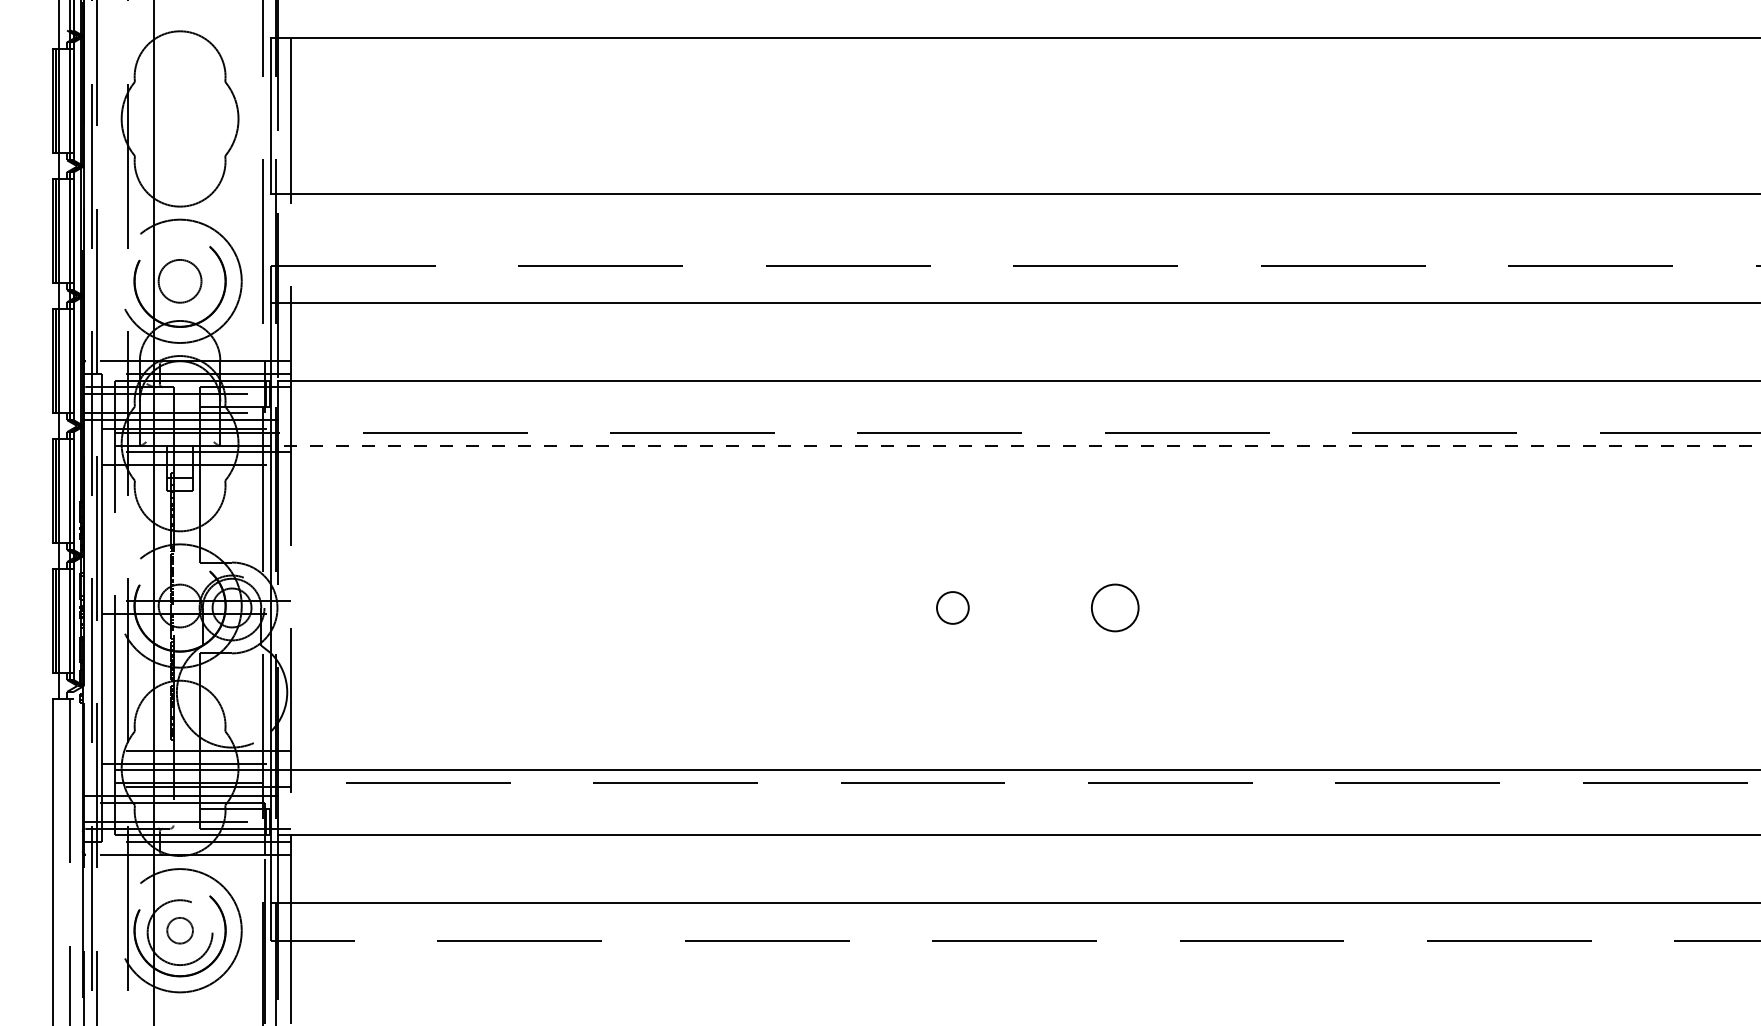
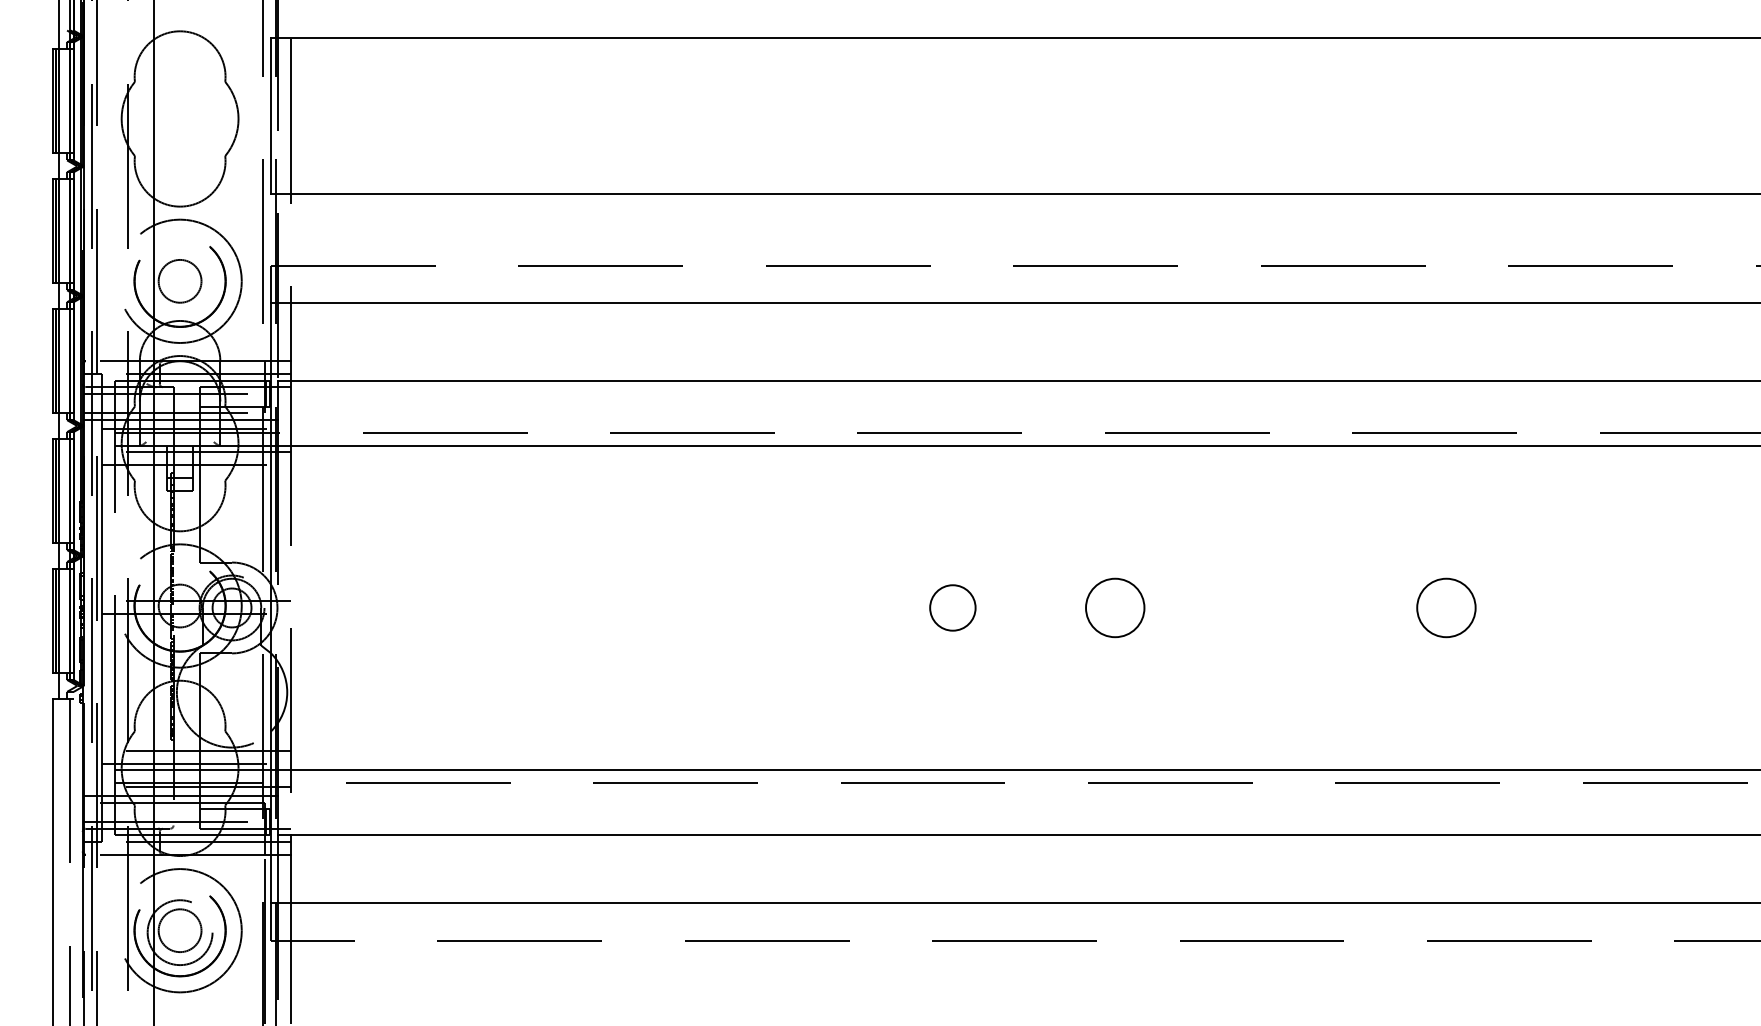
line at (1015, 445): dashed -> solid
circle at (952, 607) diameter: 32 px -> 45 px
circle at (1114, 607) diameter: 47 px -> 58 px
circle at (1446, 607): none -> present
circle at (179, 930) diameter: 26 px -> 43 px
